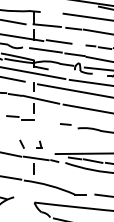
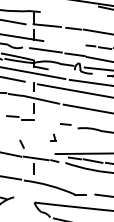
line at (86, 16): present -> none
line at (58, 41): present -> none
part at (39, 144) position: (39, 144) -> (53, 137)
